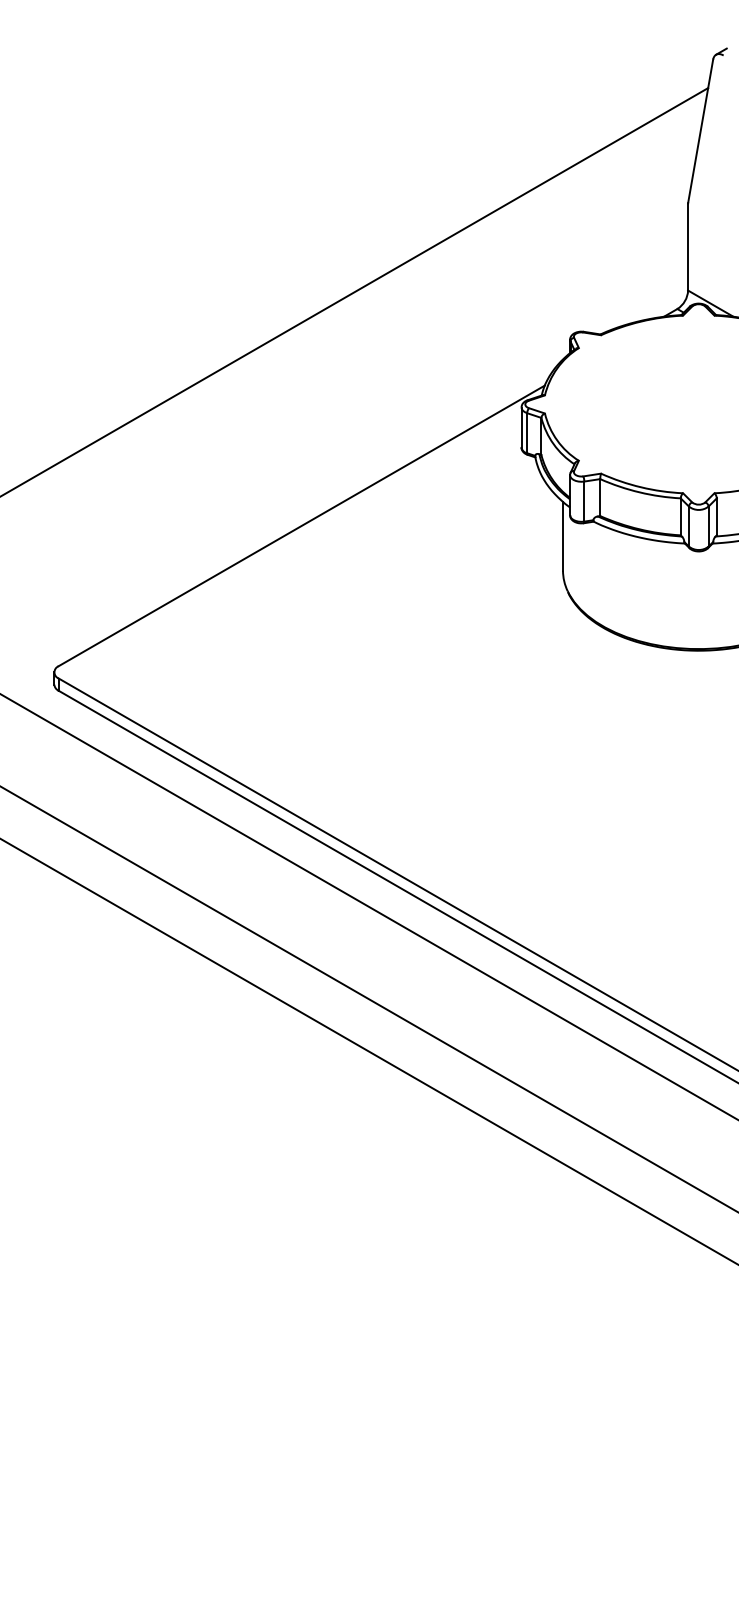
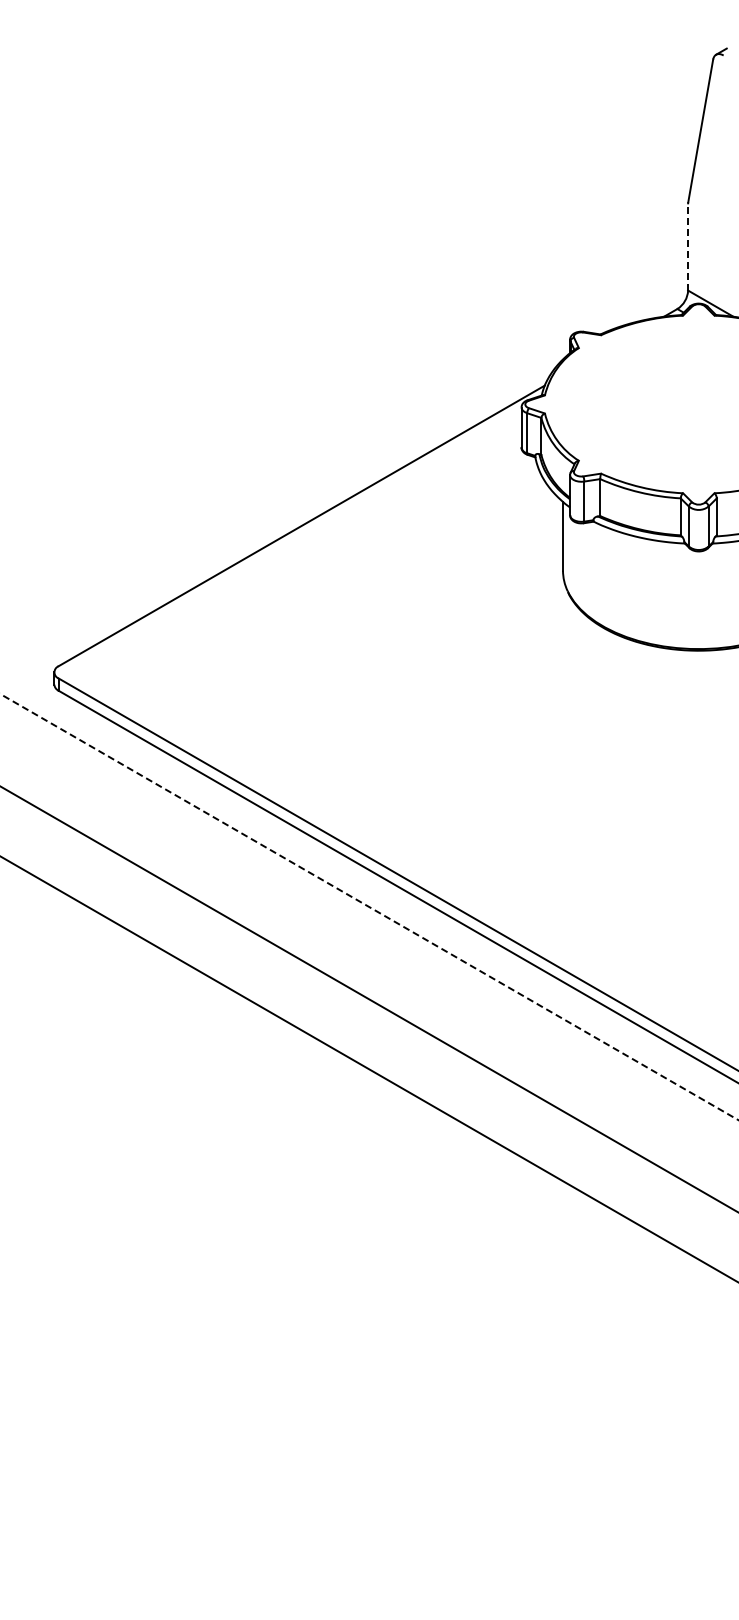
line at (688, 246): solid -> dashed
line at (355, 291): present -> none
line at (369, 906): solid -> dashed
line at (368, 1051) position: (368, 1051) -> (368, 1068)
